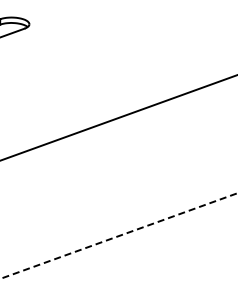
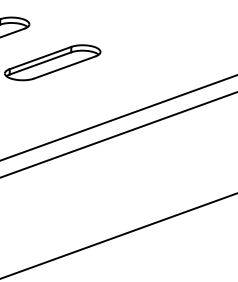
part at (52, 62): none -> present
line at (118, 134): none -> present
line at (119, 236): dashed -> solid
